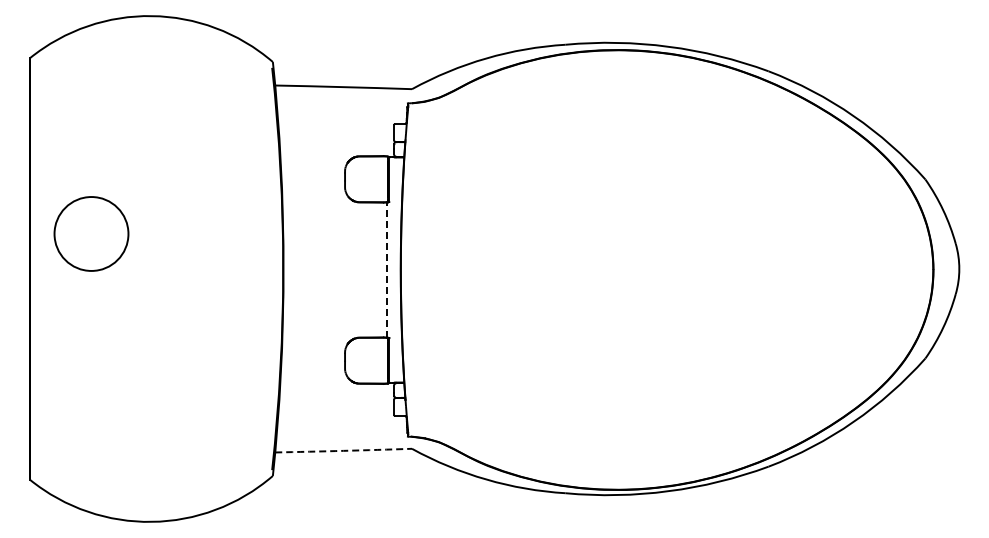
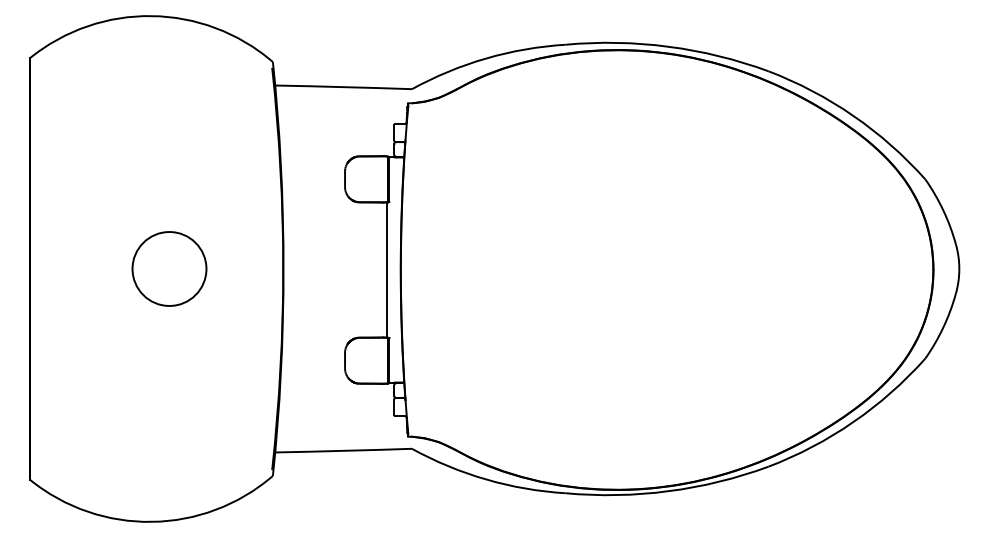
circle at (91, 233) position: (91, 233) -> (169, 268)
line at (387, 270): dashed -> solid
arc at (343, 450): dashed -> solid
